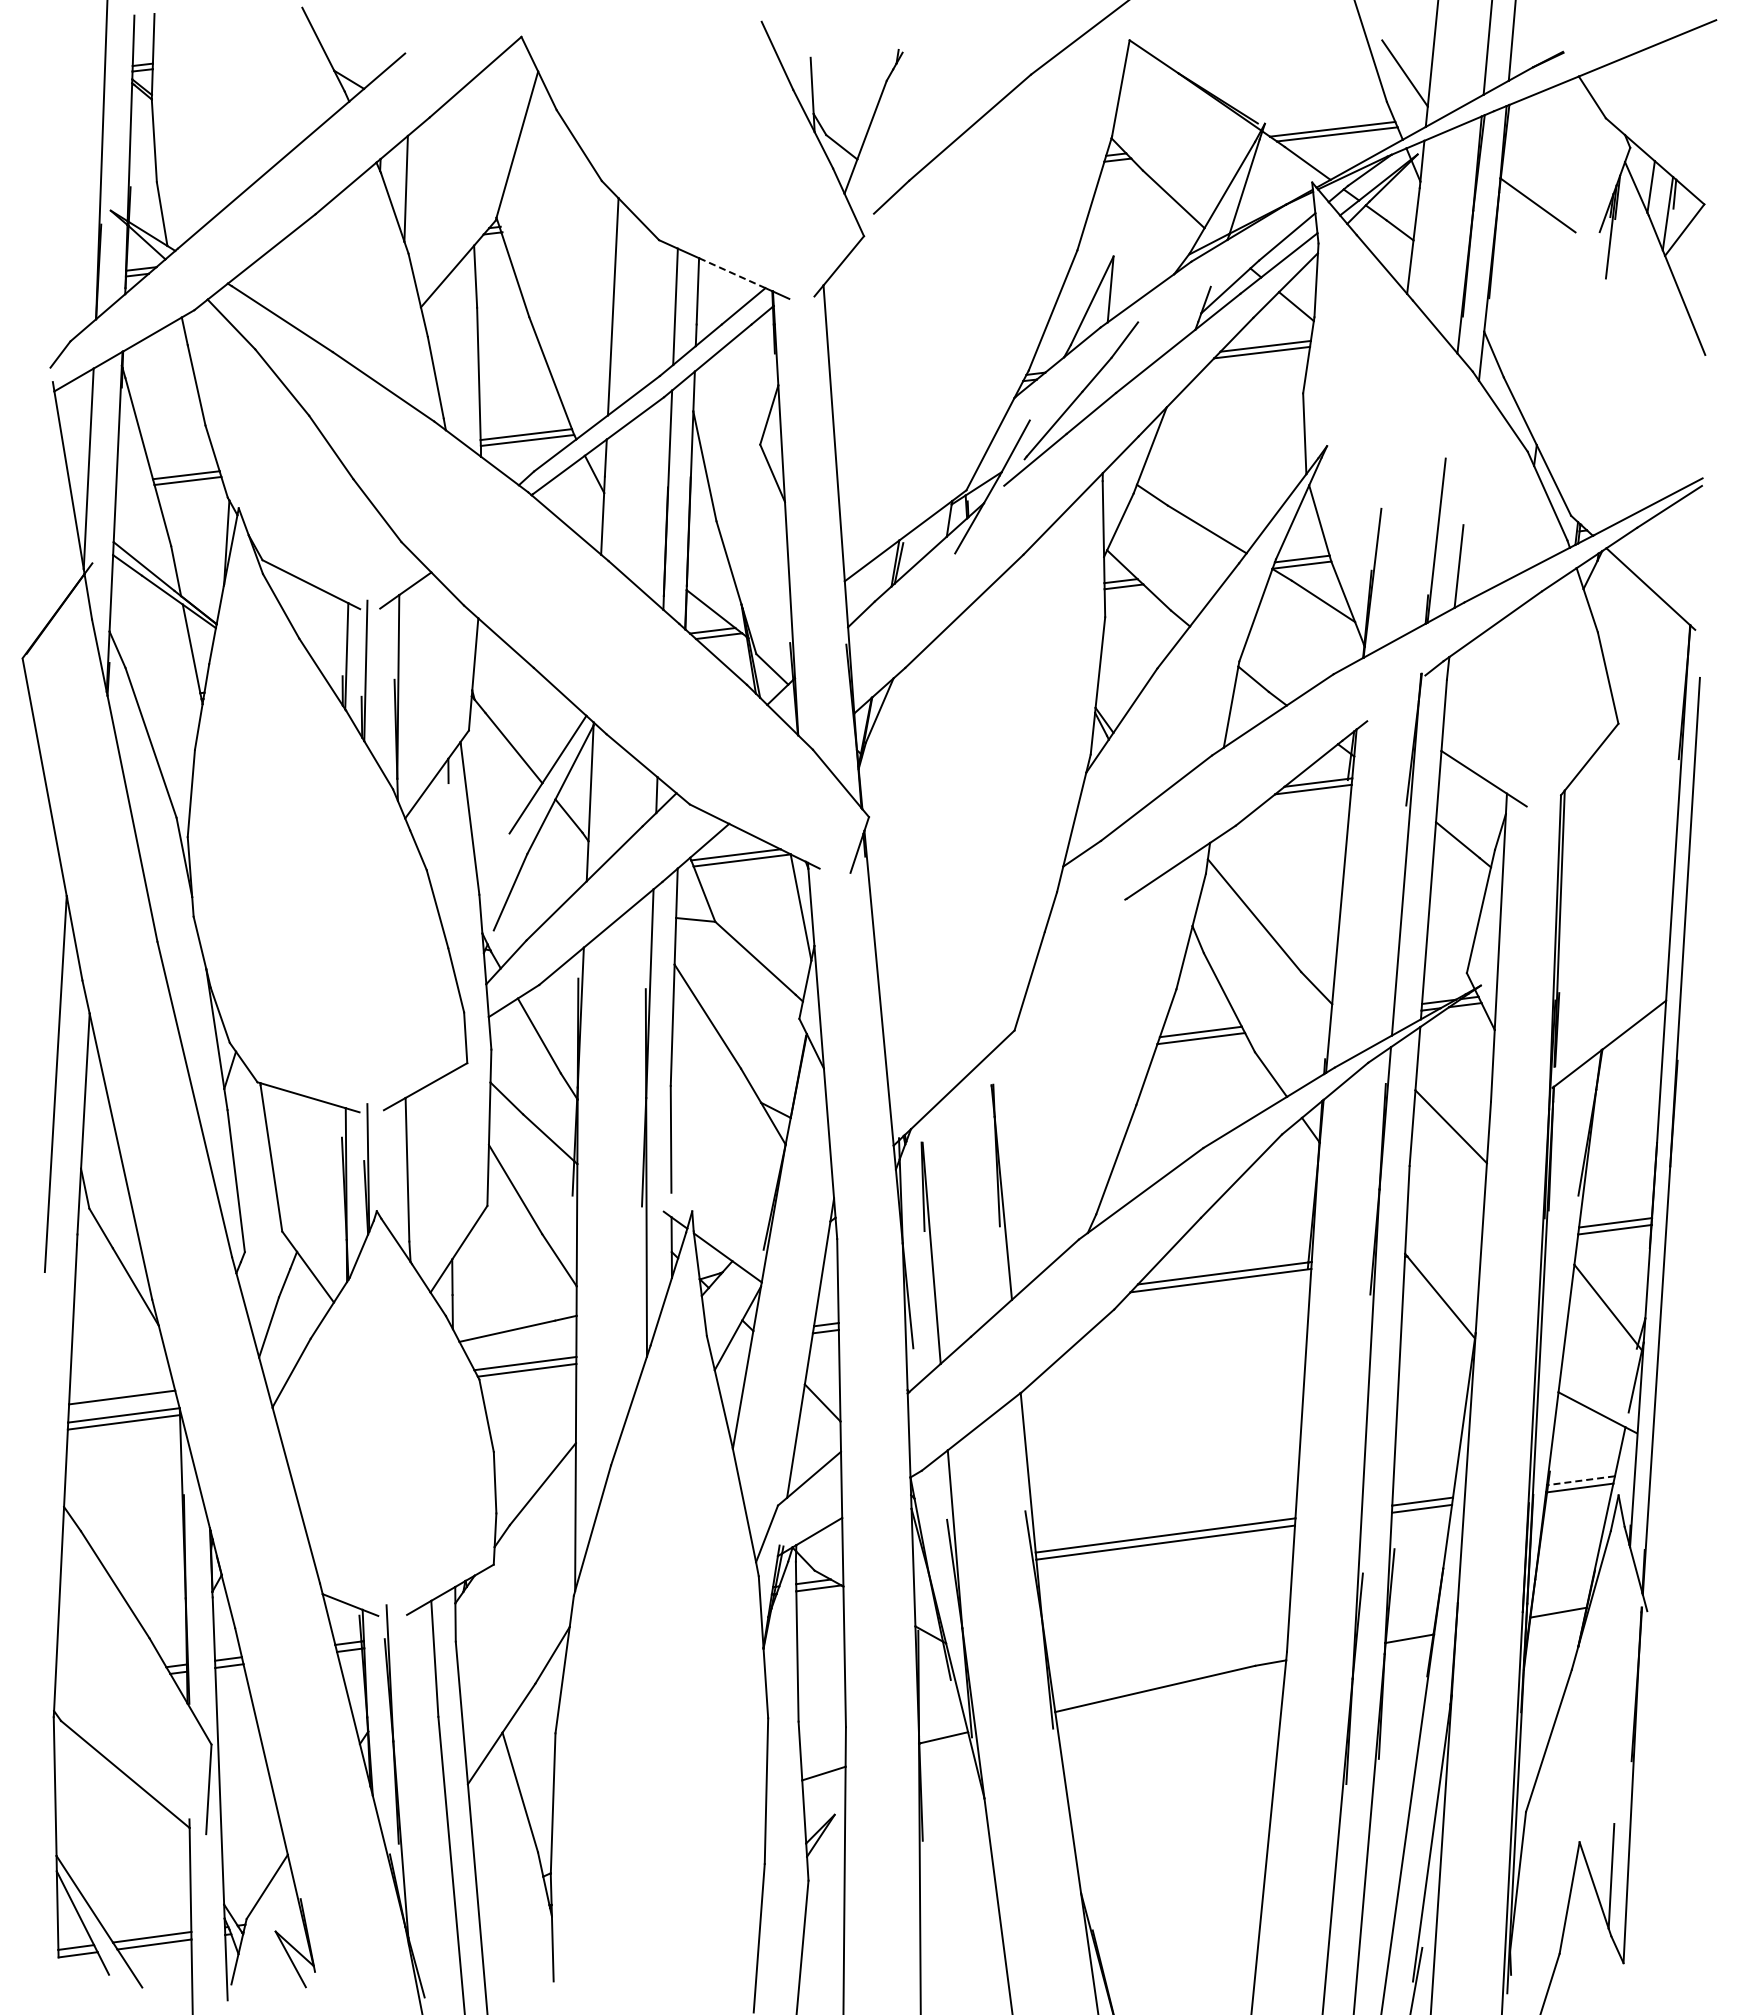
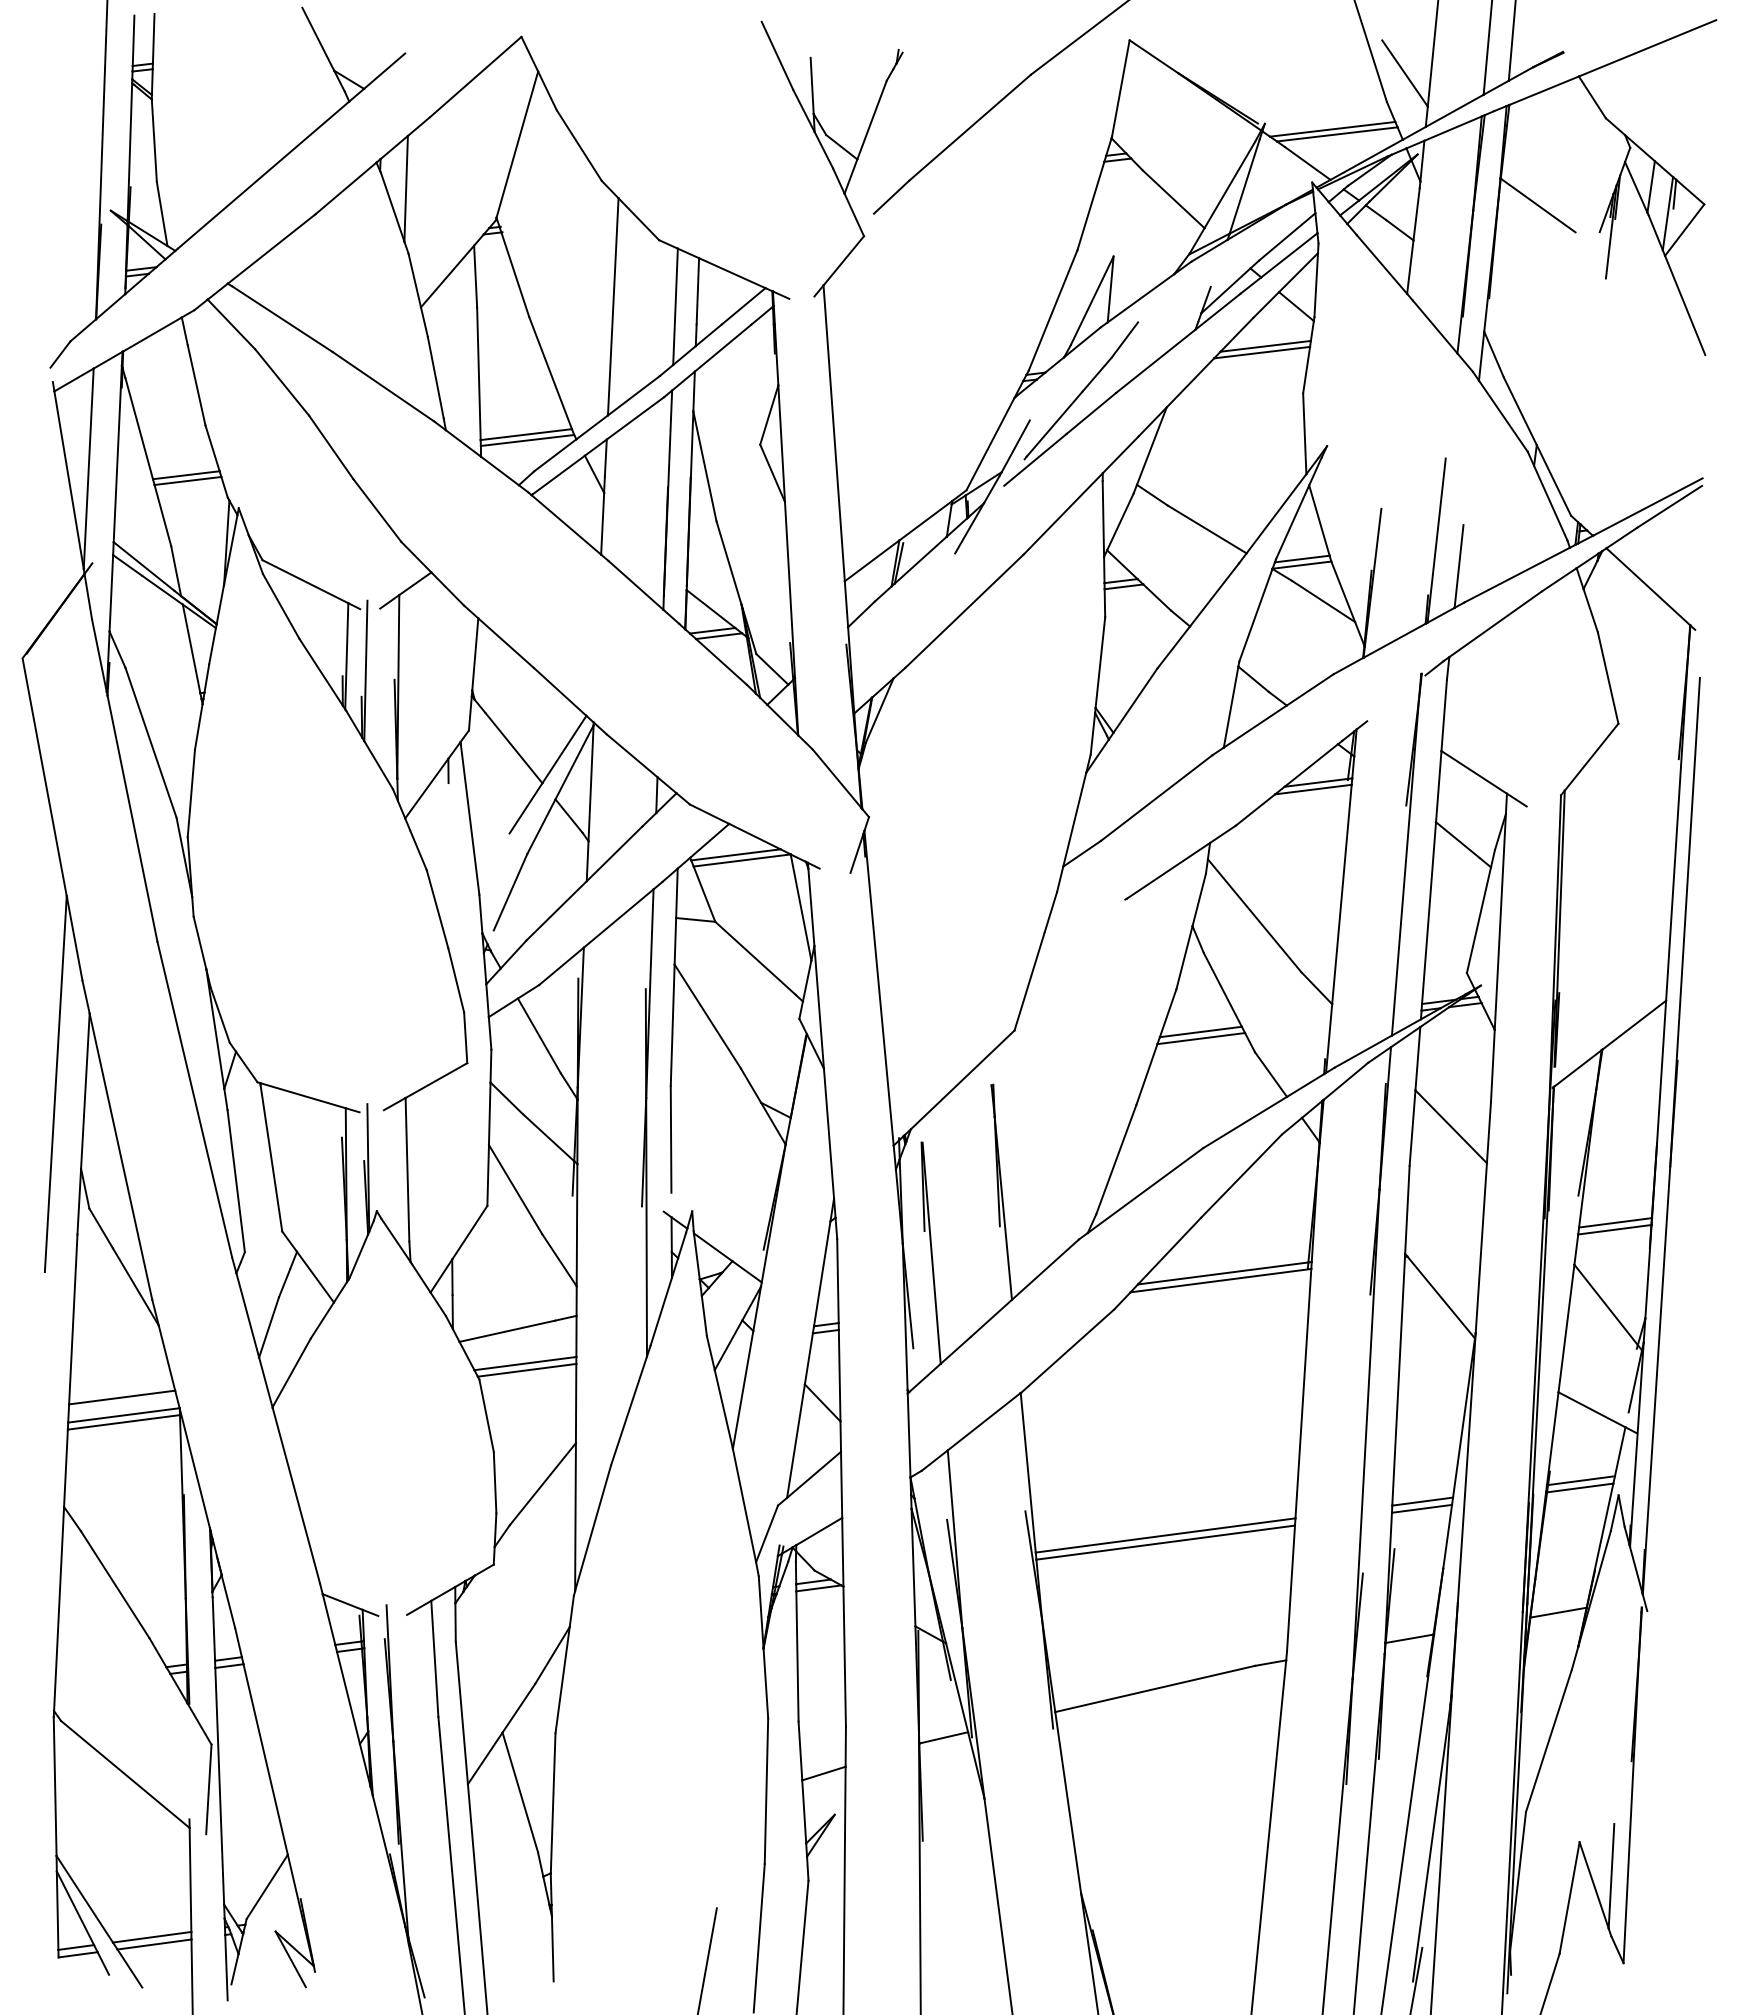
line at (732, 273): dashed -> solid
line at (1581, 1480): dashed -> solid
line at (707, 1959): none -> present
